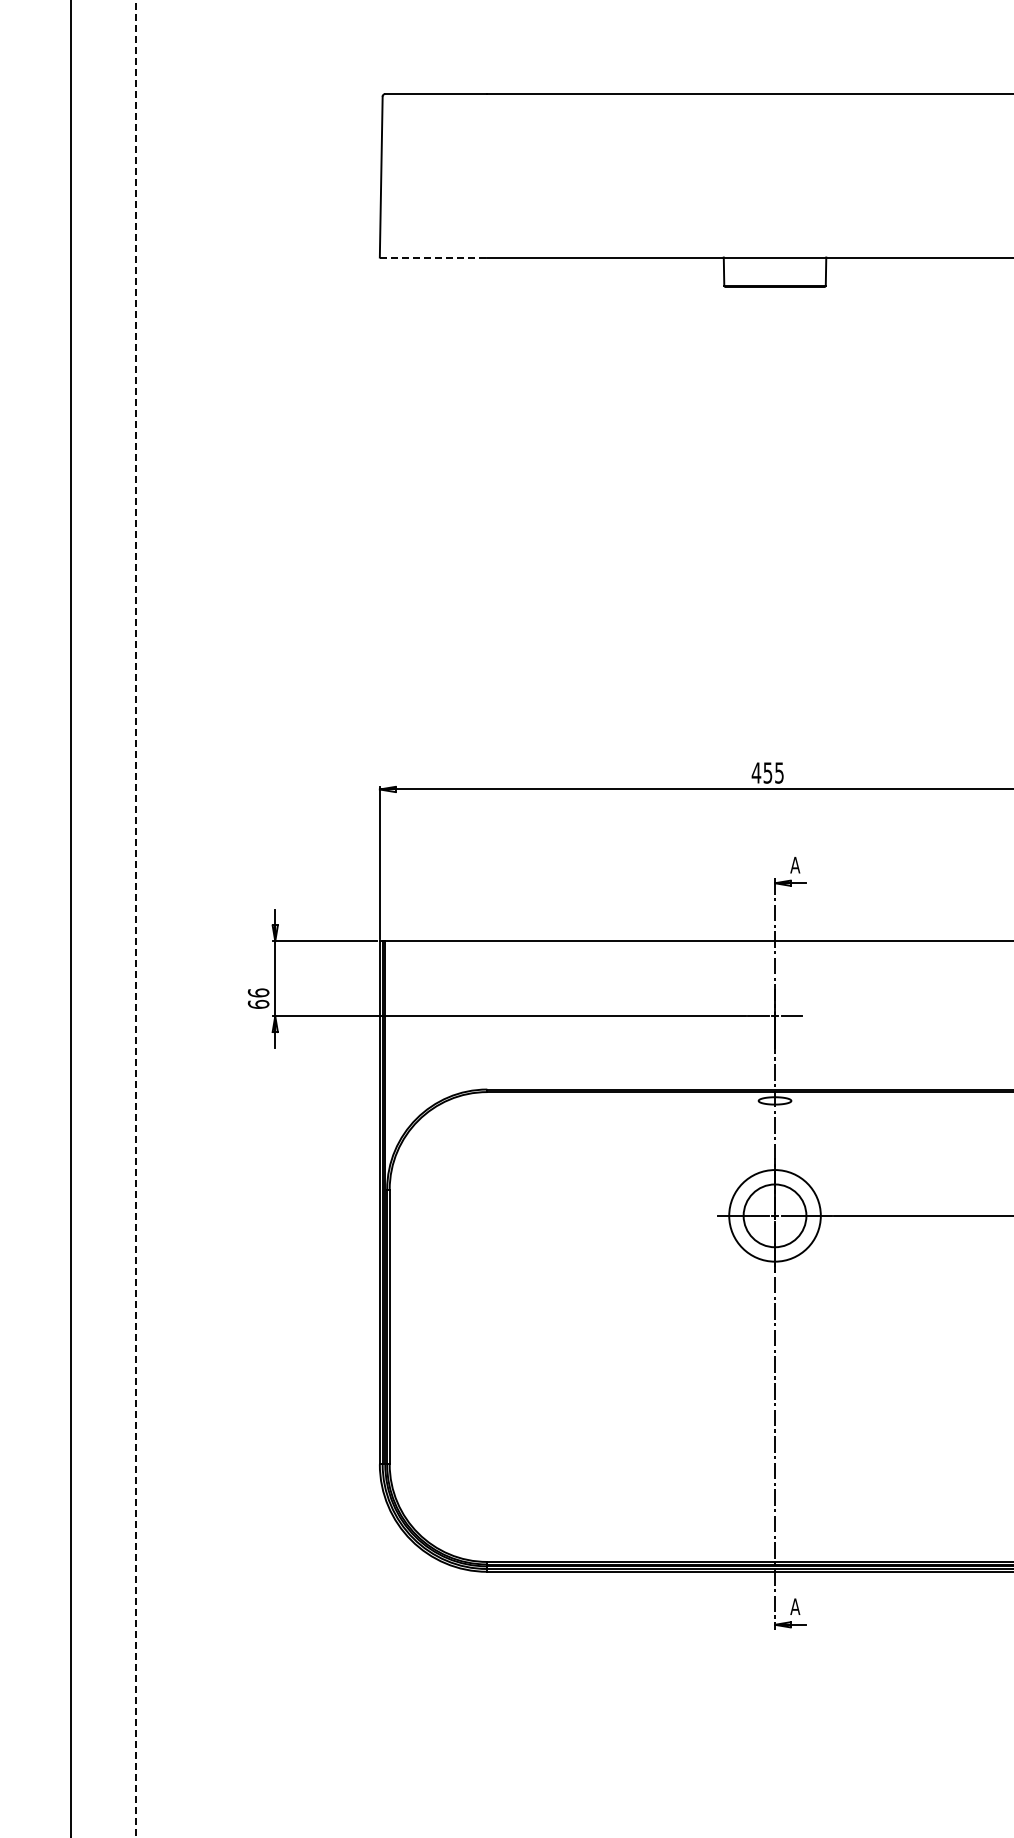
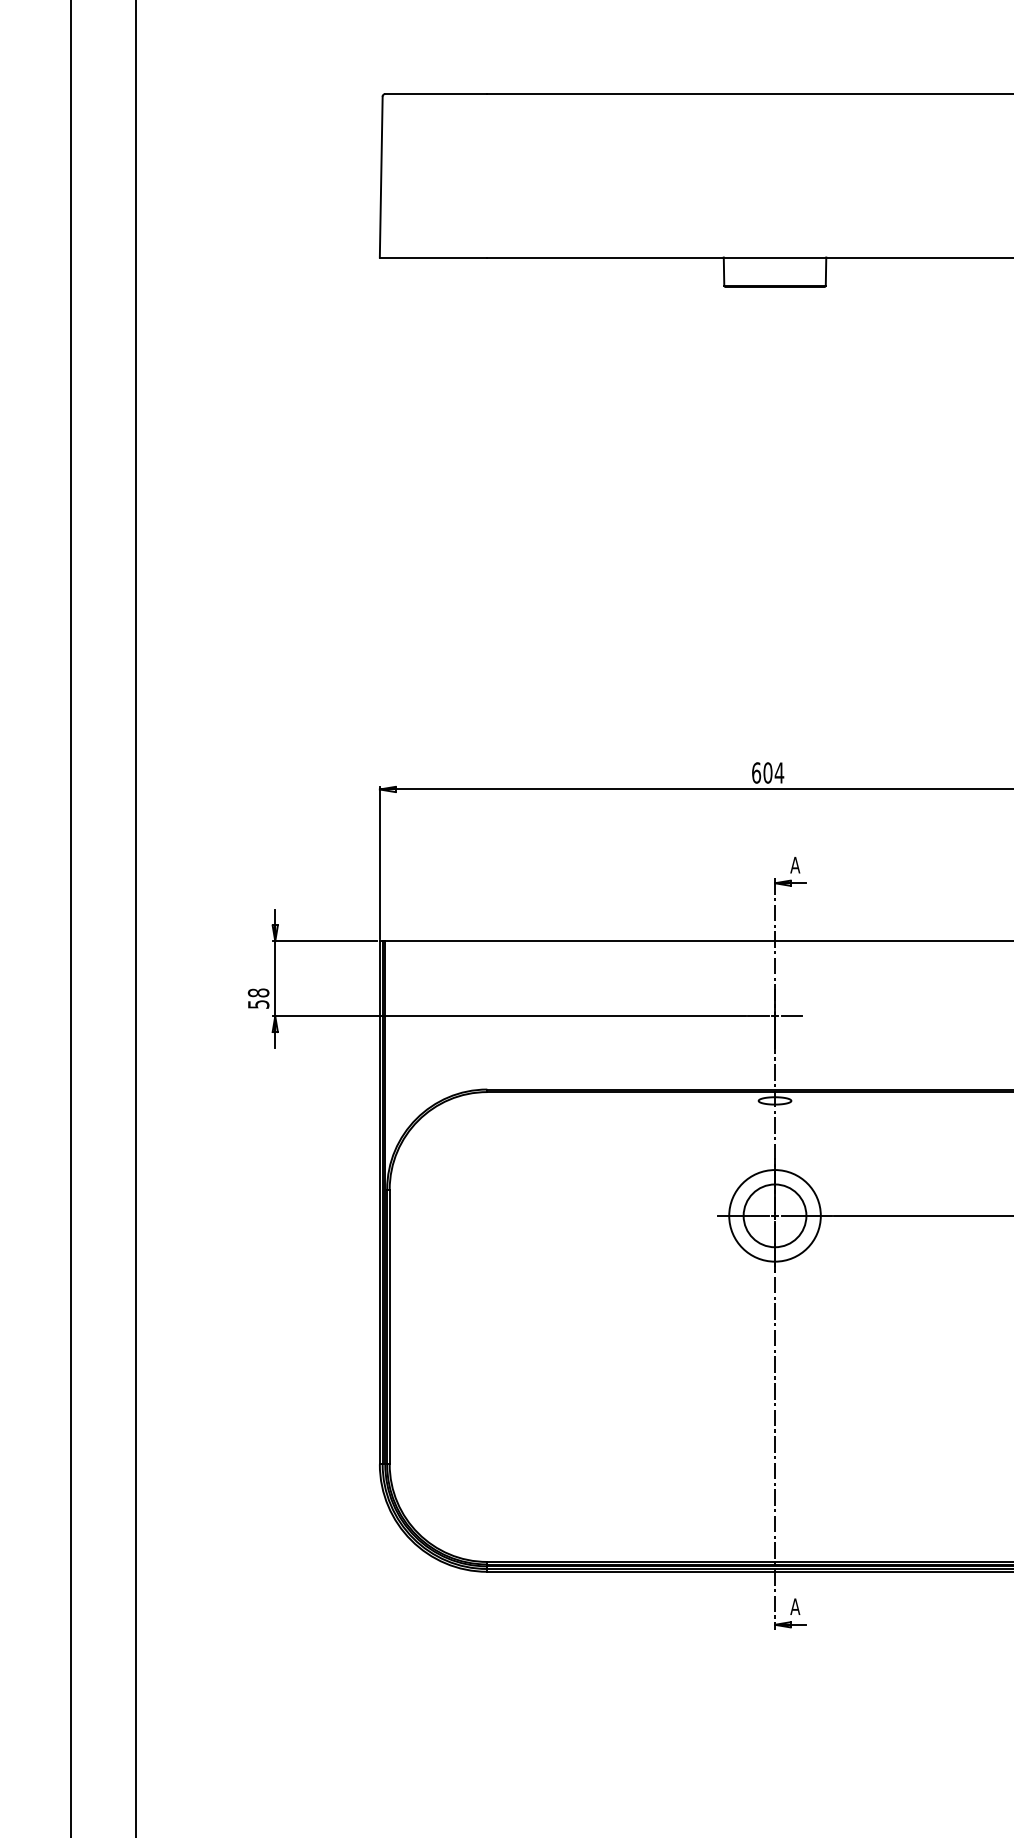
line at (433, 257): dashed -> solid
text at (767, 772): 455 -> 604
line at (135, 918): dashed -> solid
text at (258, 998): 66 -> 58
